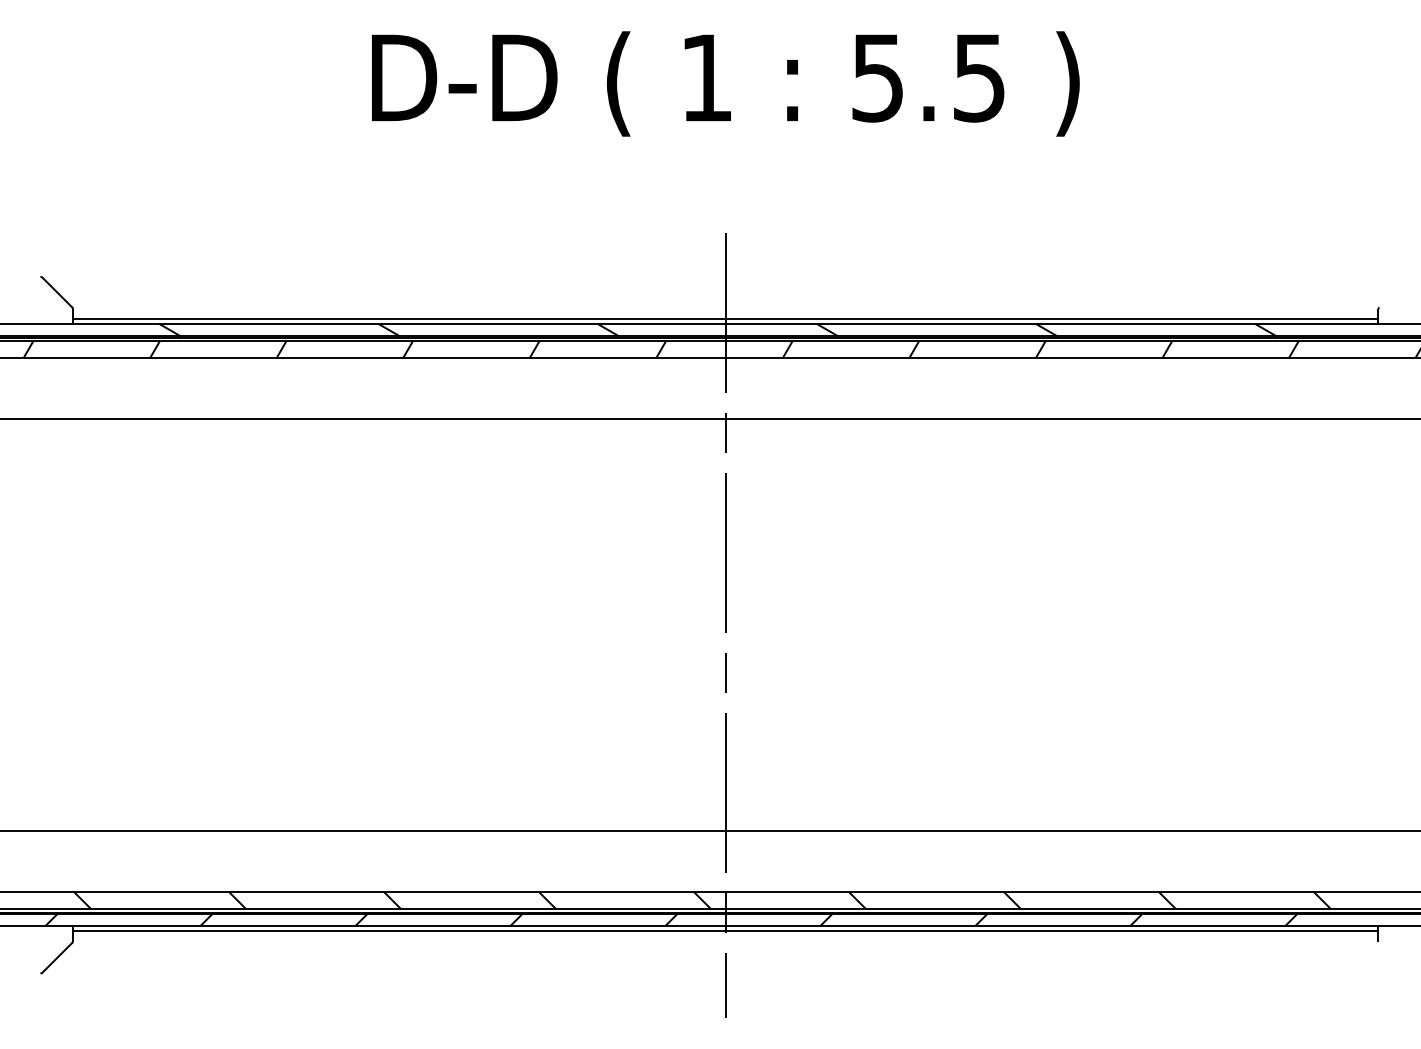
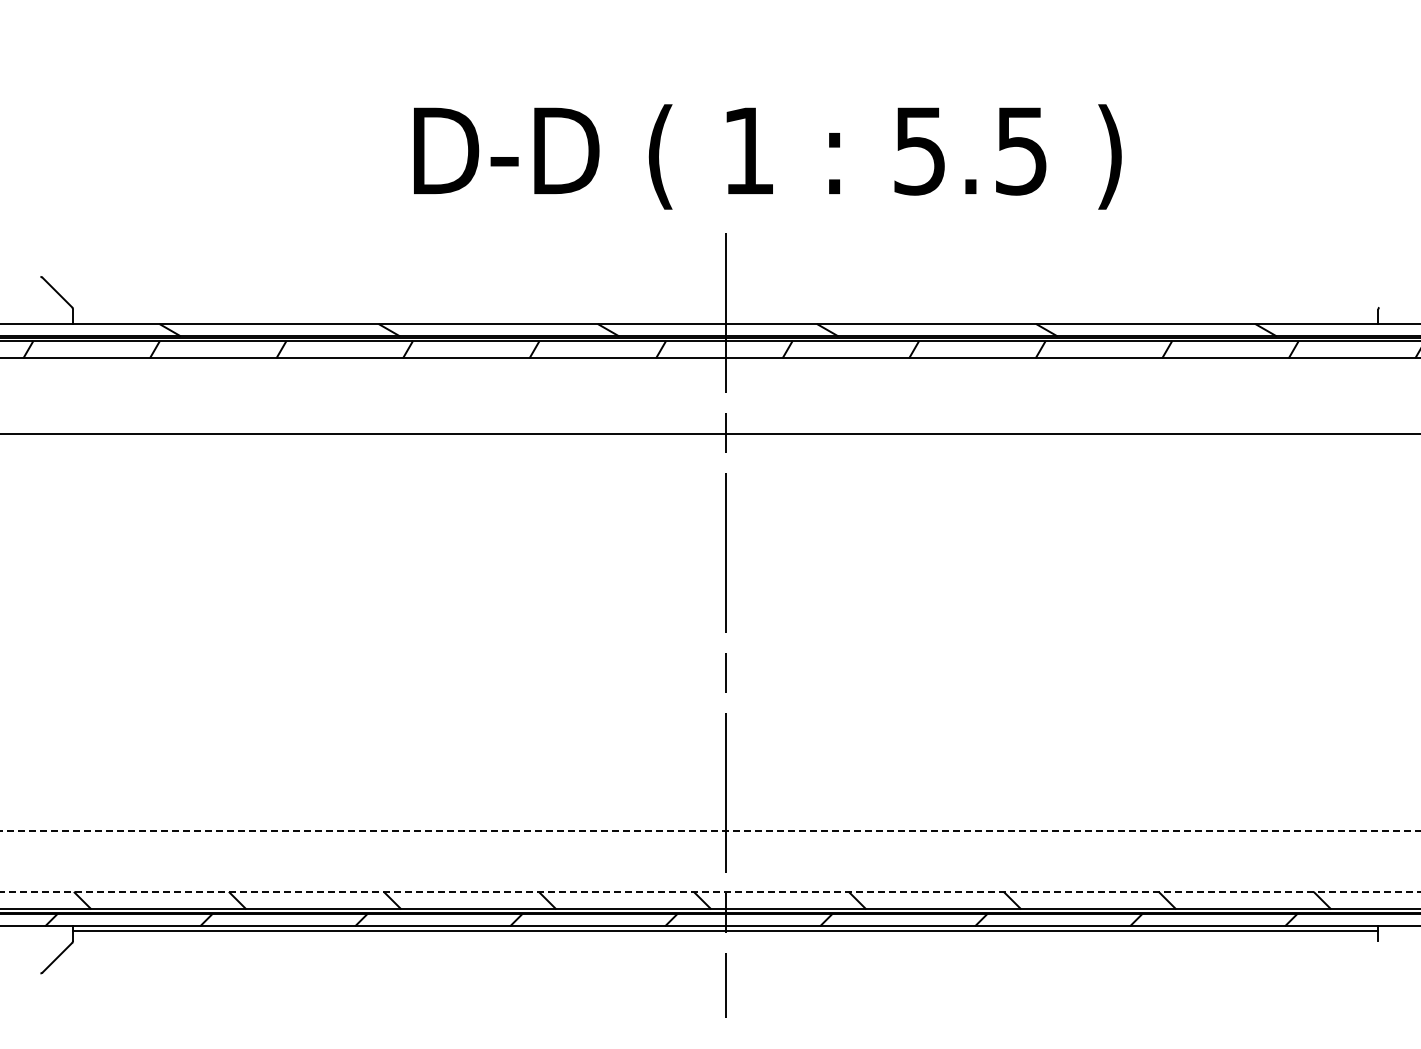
text at (725, 83) position: (725, 83) -> (767, 156)
line at (725, 318): present -> none
line at (709, 419) position: (709, 419) -> (709, 434)
line at (710, 831): solid -> dashed
line at (710, 891): solid -> dashed
